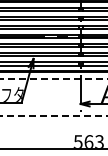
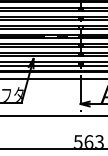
line at (54, 78): dashed -> solid
line at (53, 116): dashed -> solid
